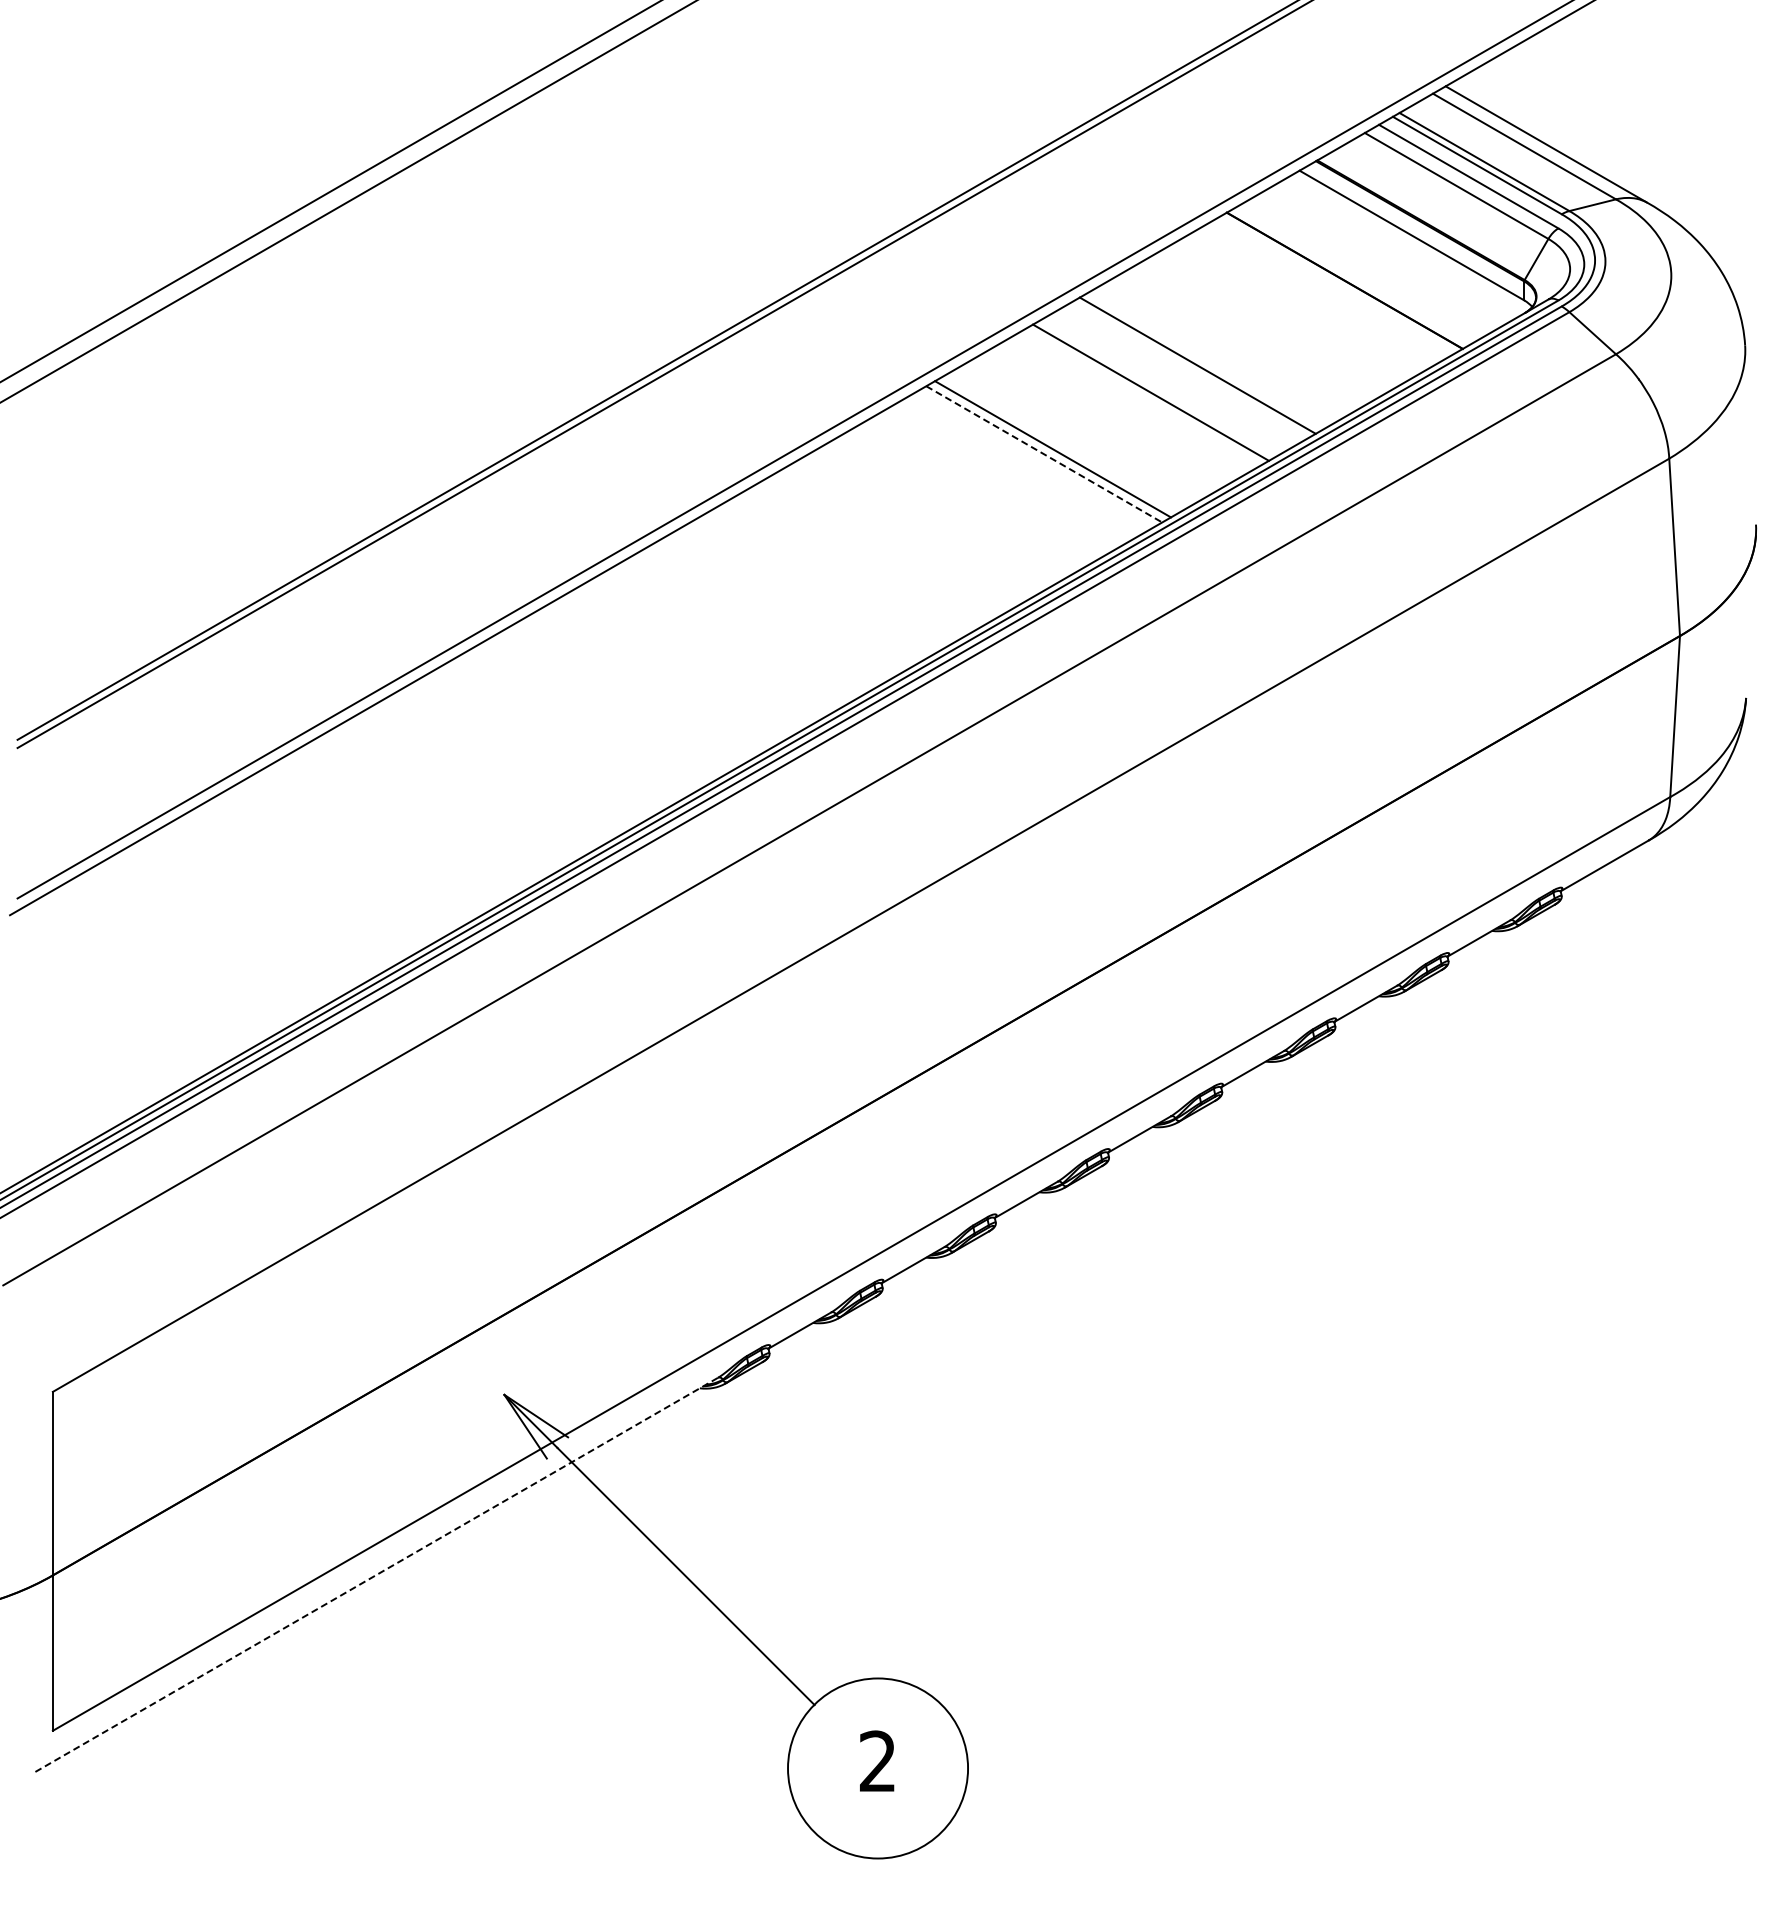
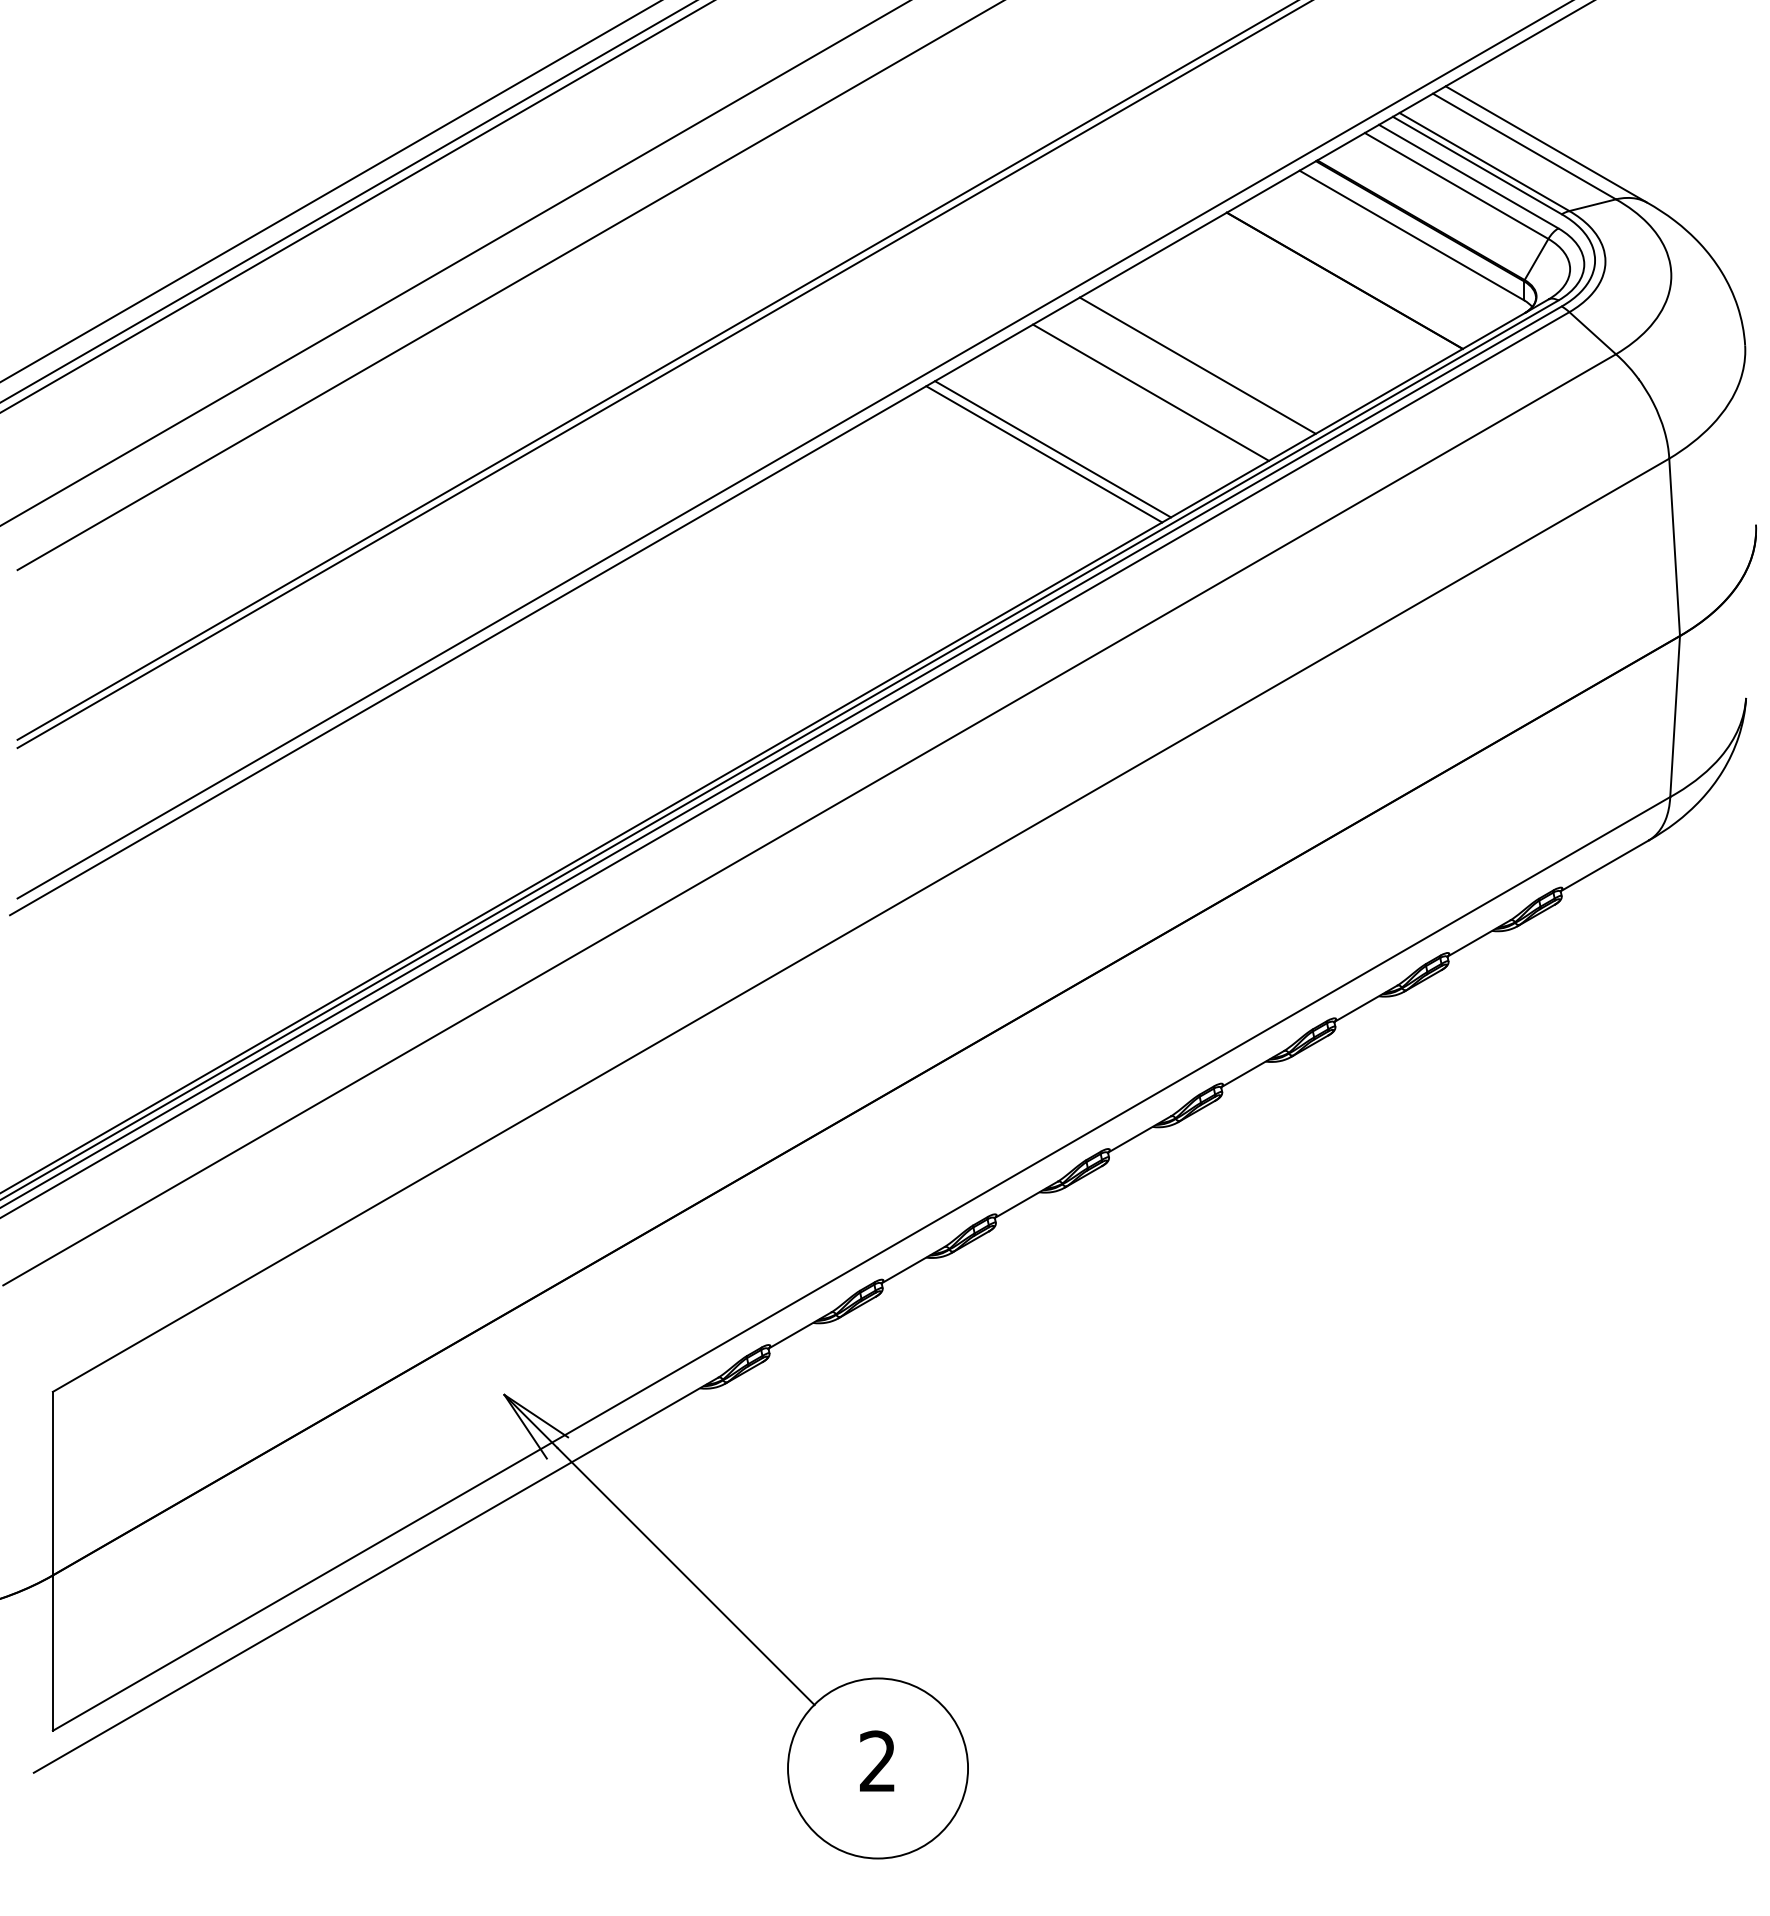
line at (356, 206): none -> present
line at (454, 263): none -> present
line at (509, 286): none -> present
line at (1044, 454): dashed -> solid
line at (375, 1575): dashed -> solid
